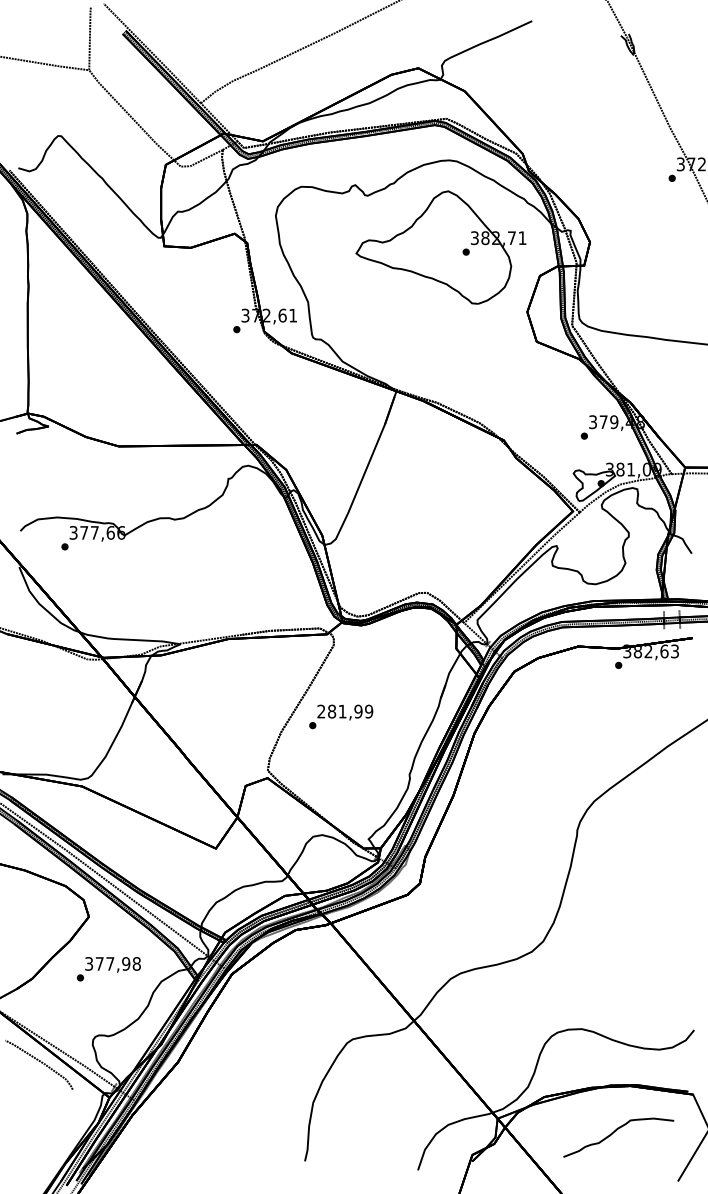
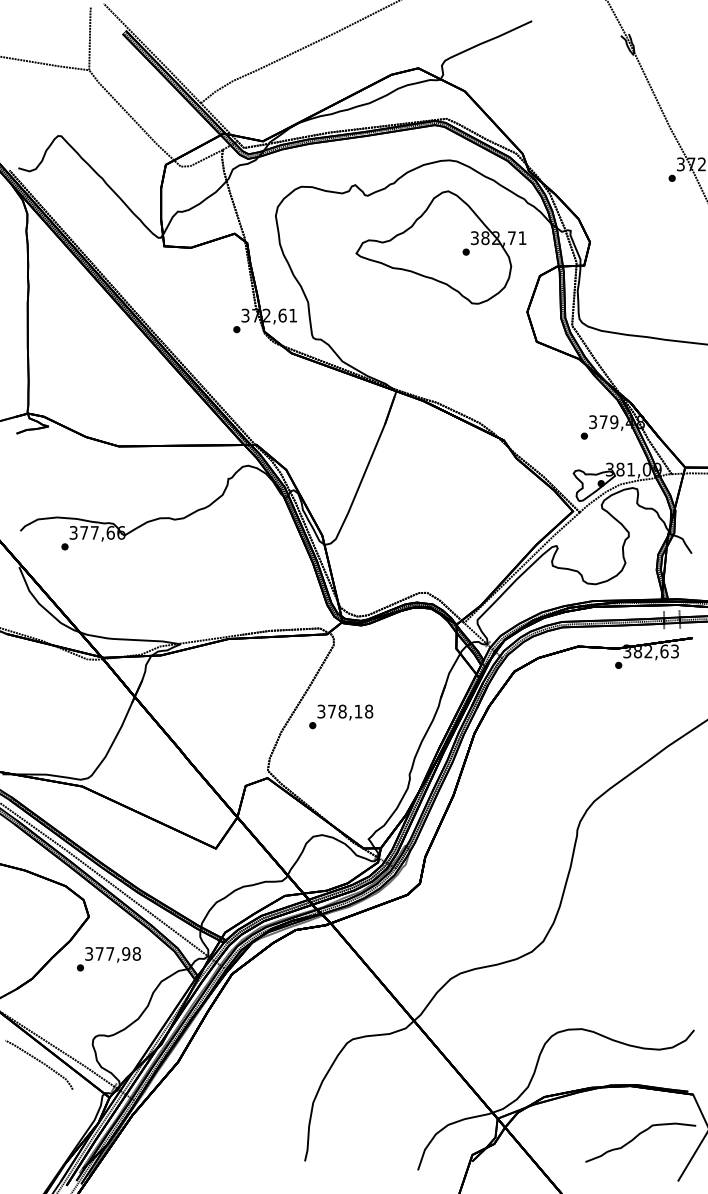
text at (345, 711): 281,99 -> 378,18
text at (108, 969) position: (108, 969) -> (108, 959)
curve at (616, 1131) position: (616, 1131) -> (638, 1136)
